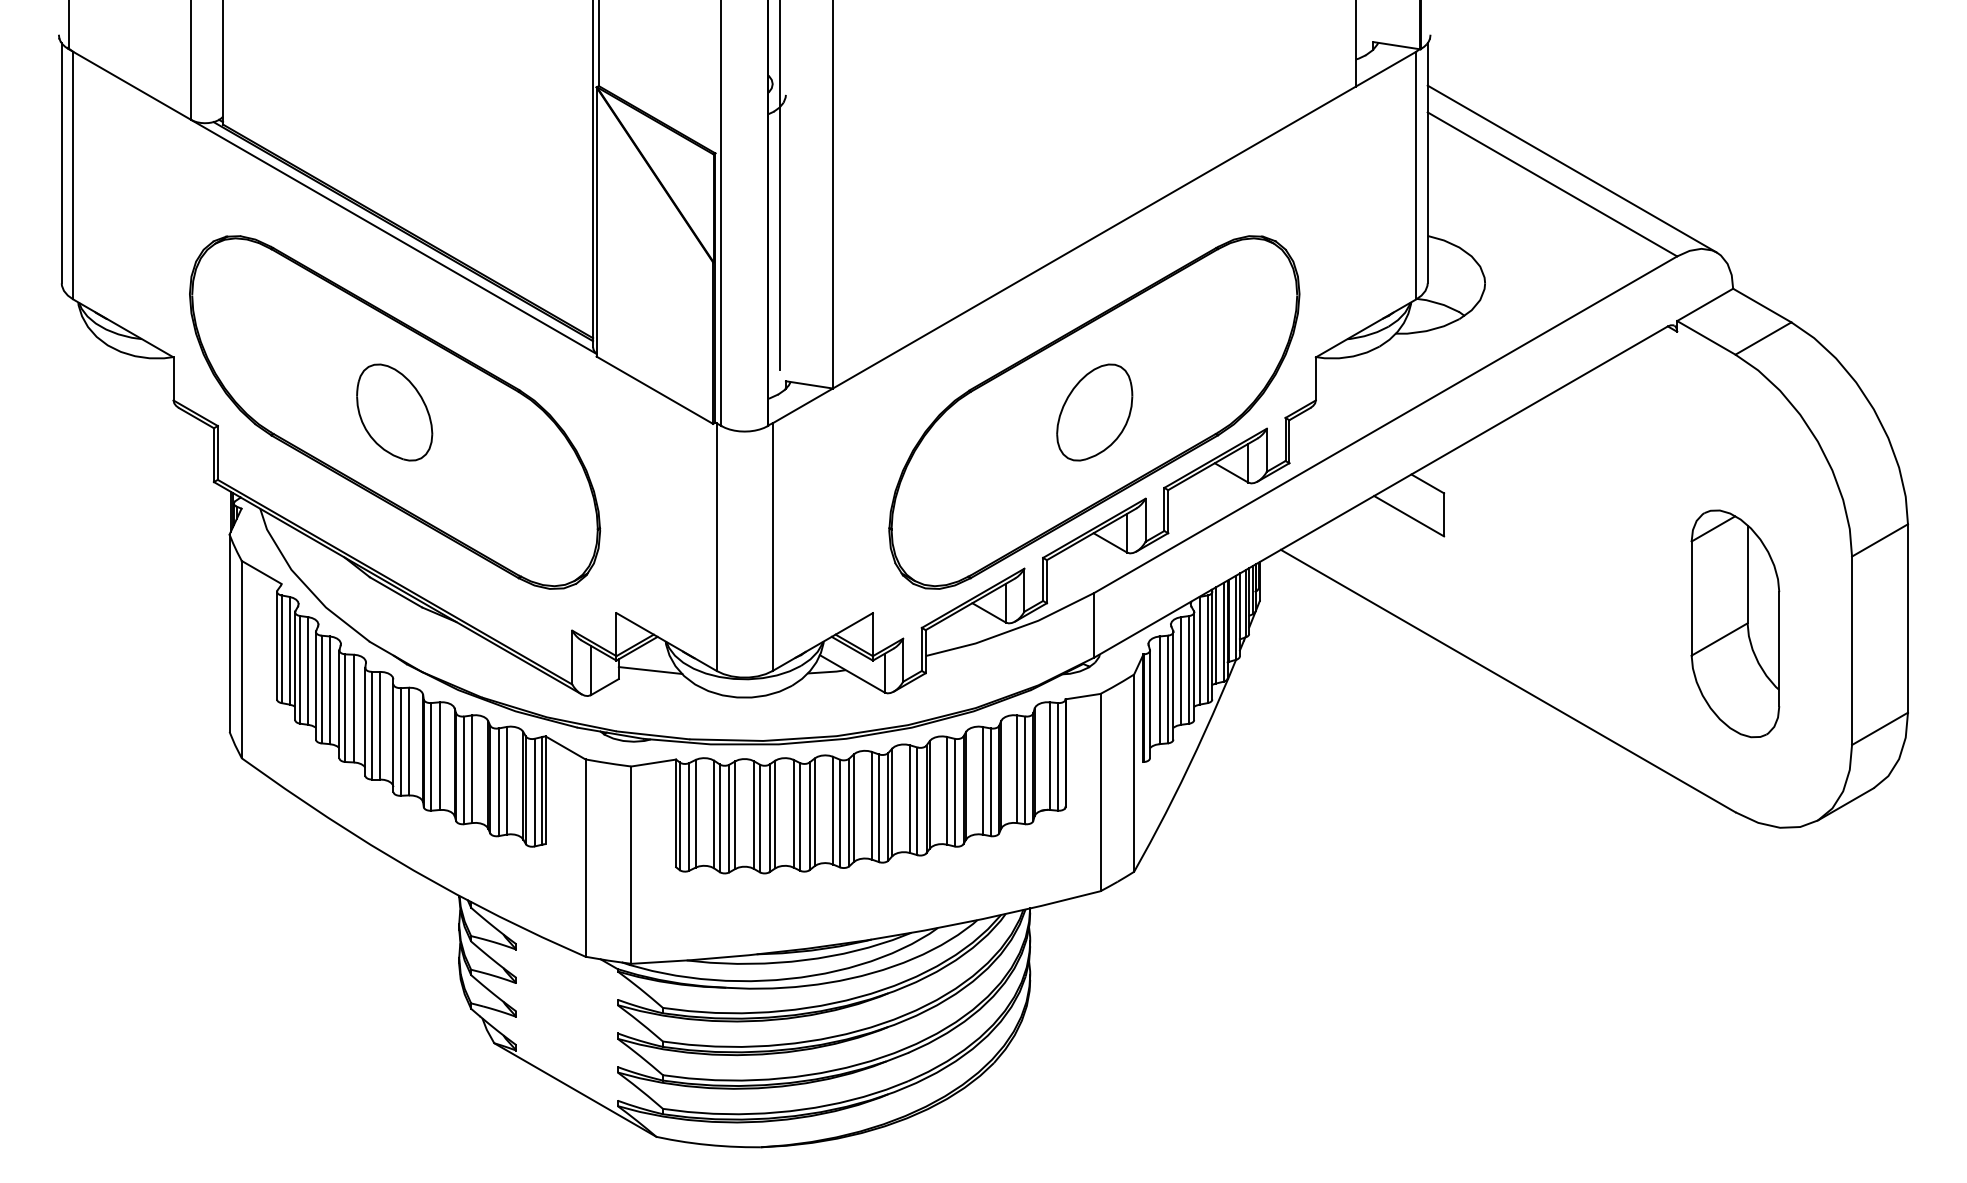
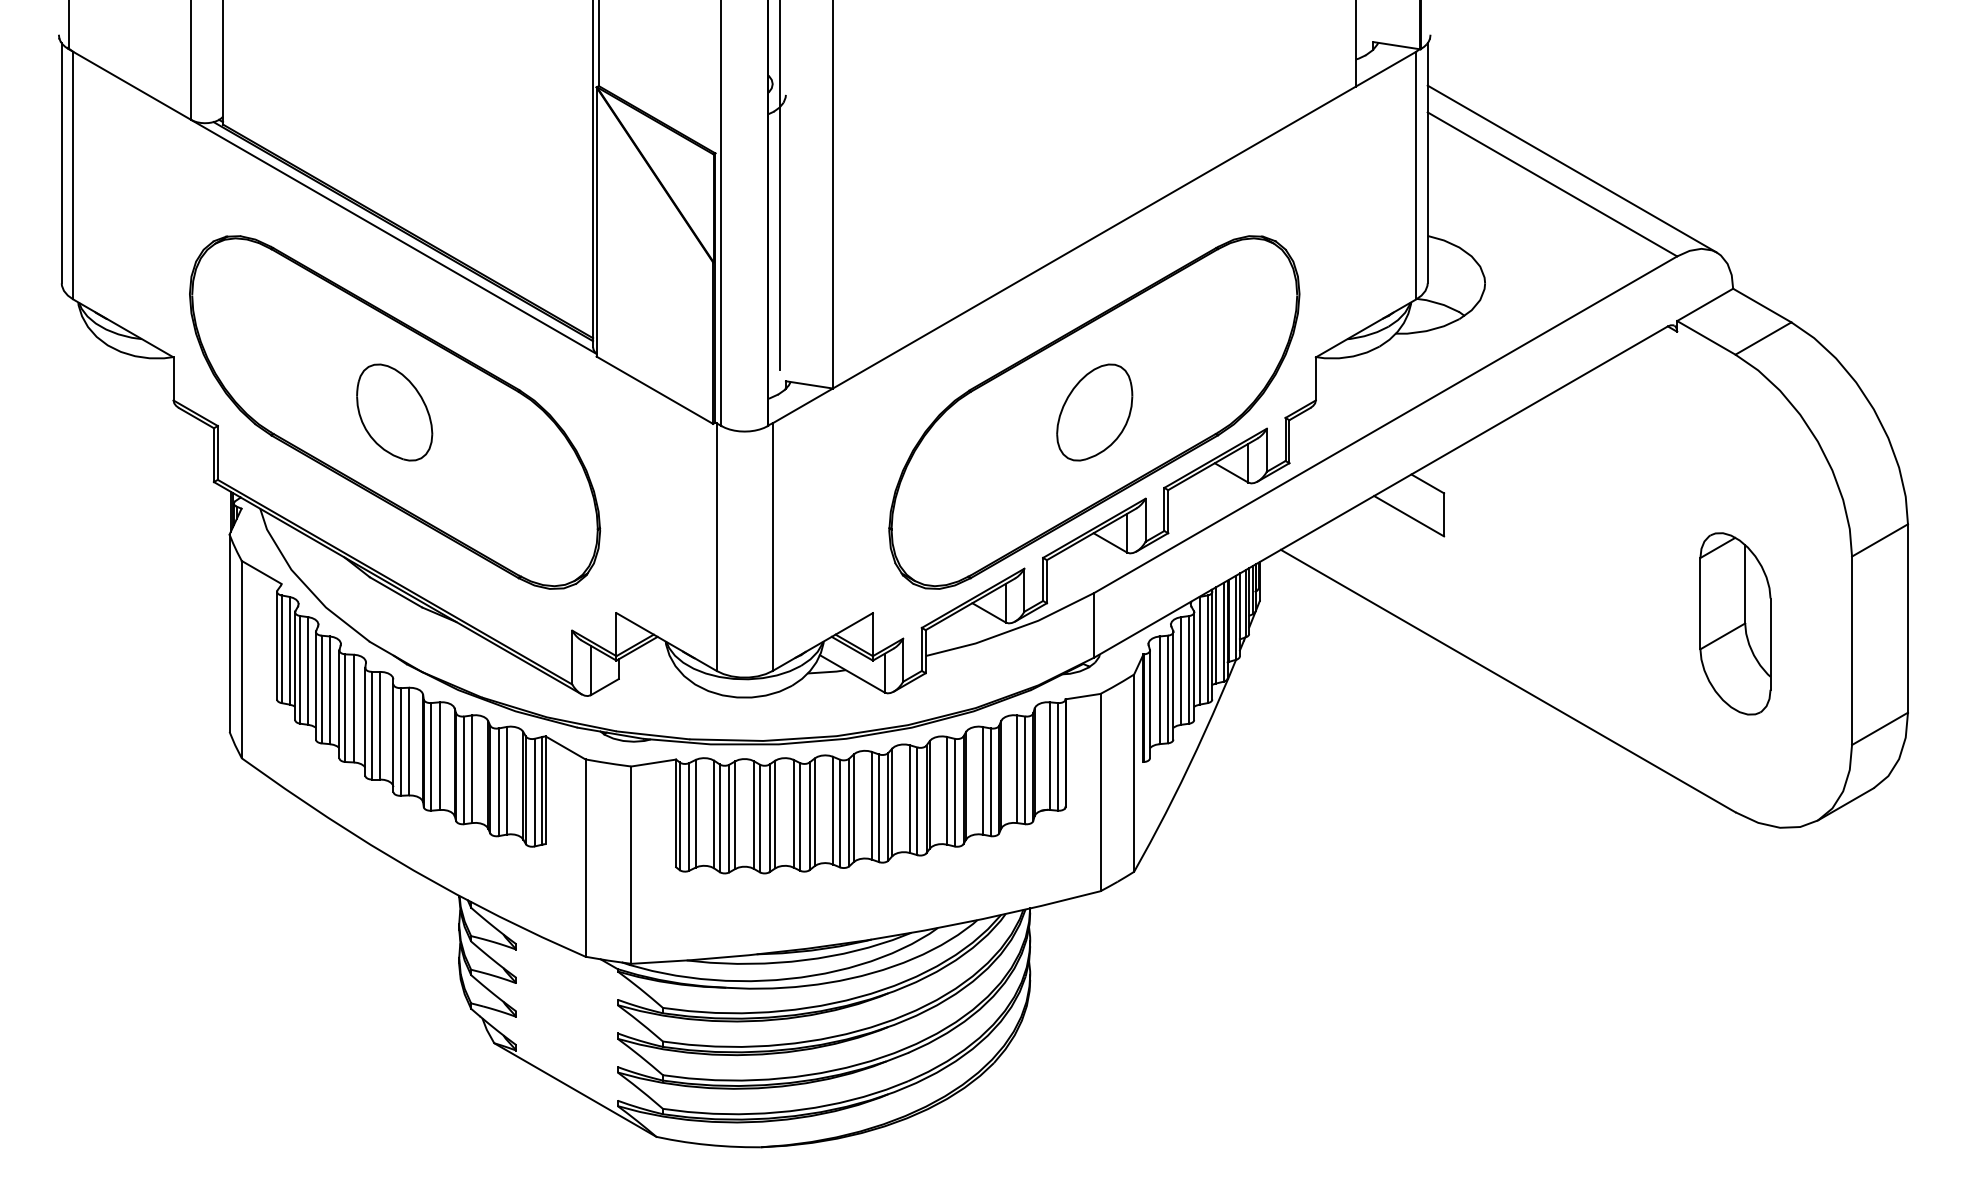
part at (1735, 623) size: 91x230 px -> 73x184 px
line at (650, 670): present -> none
